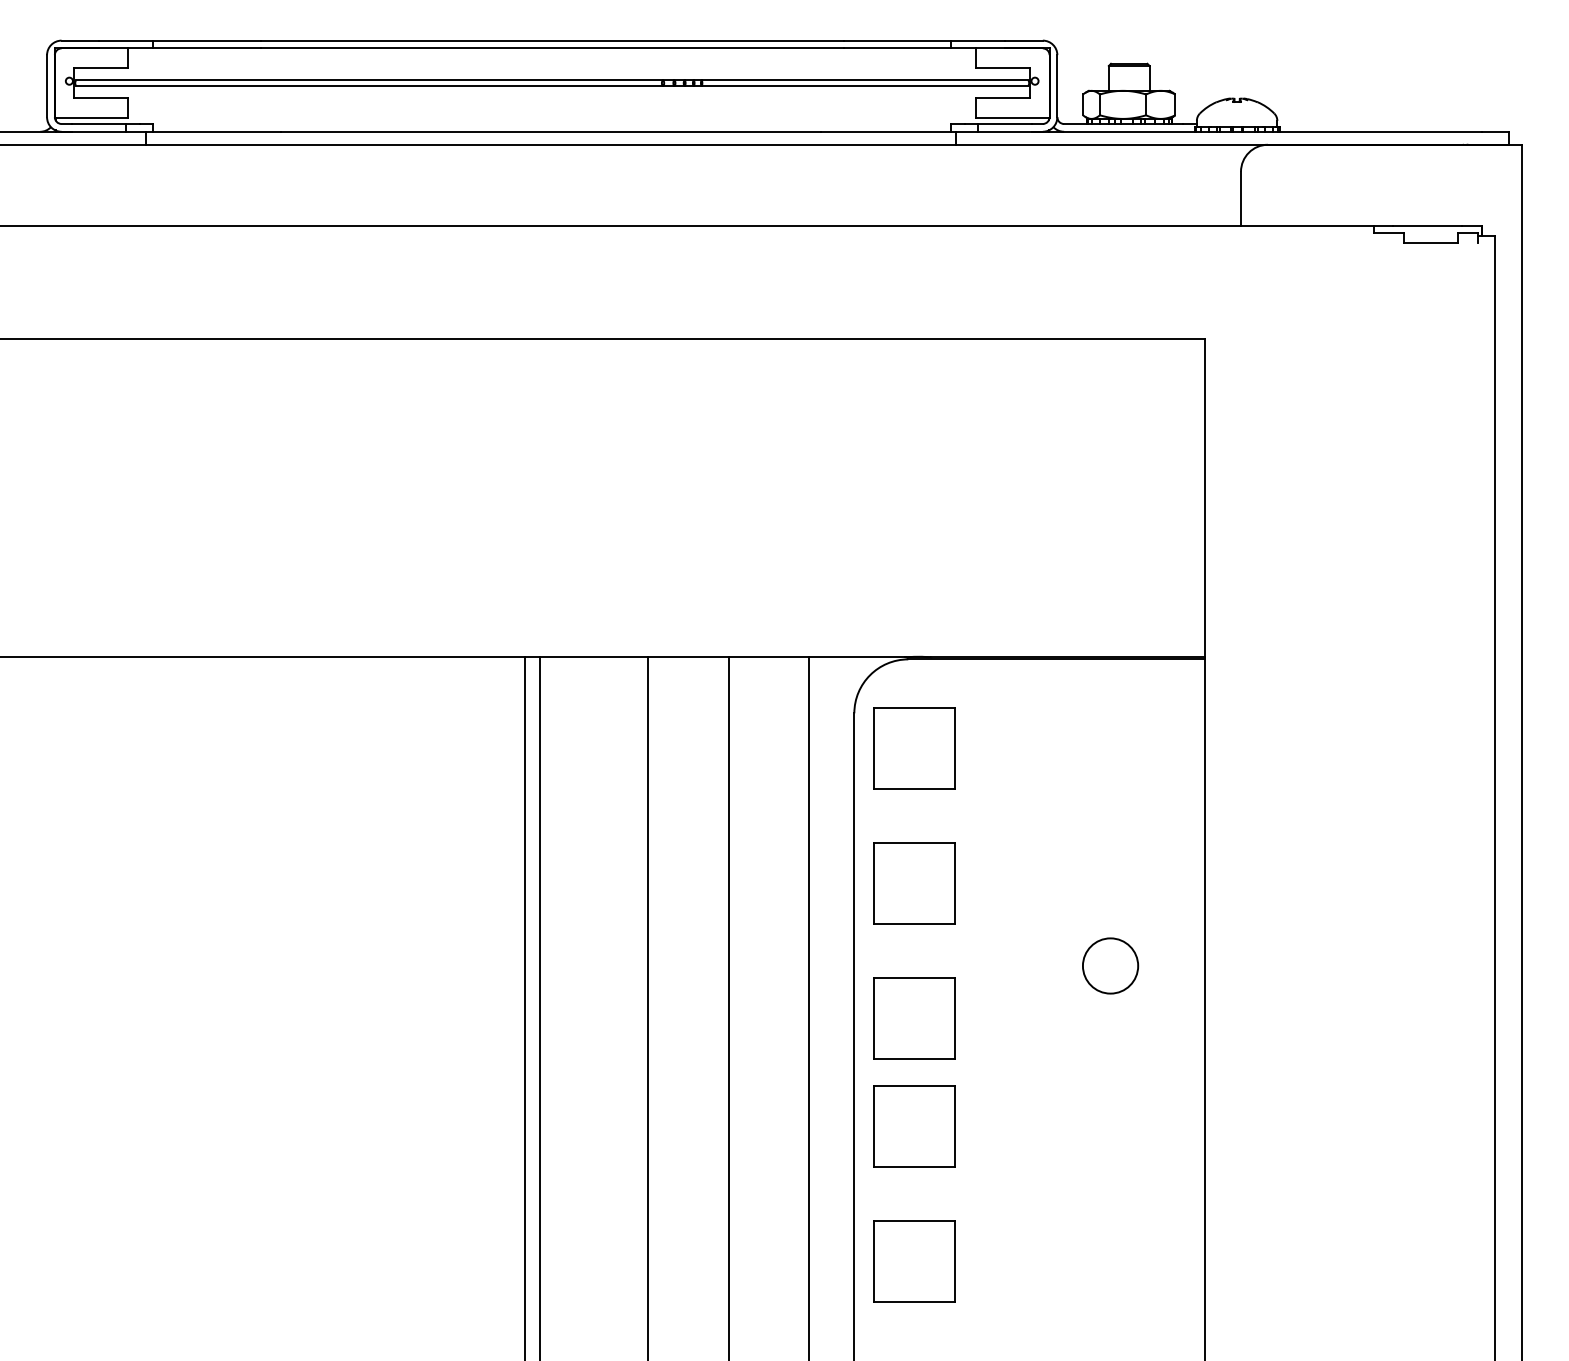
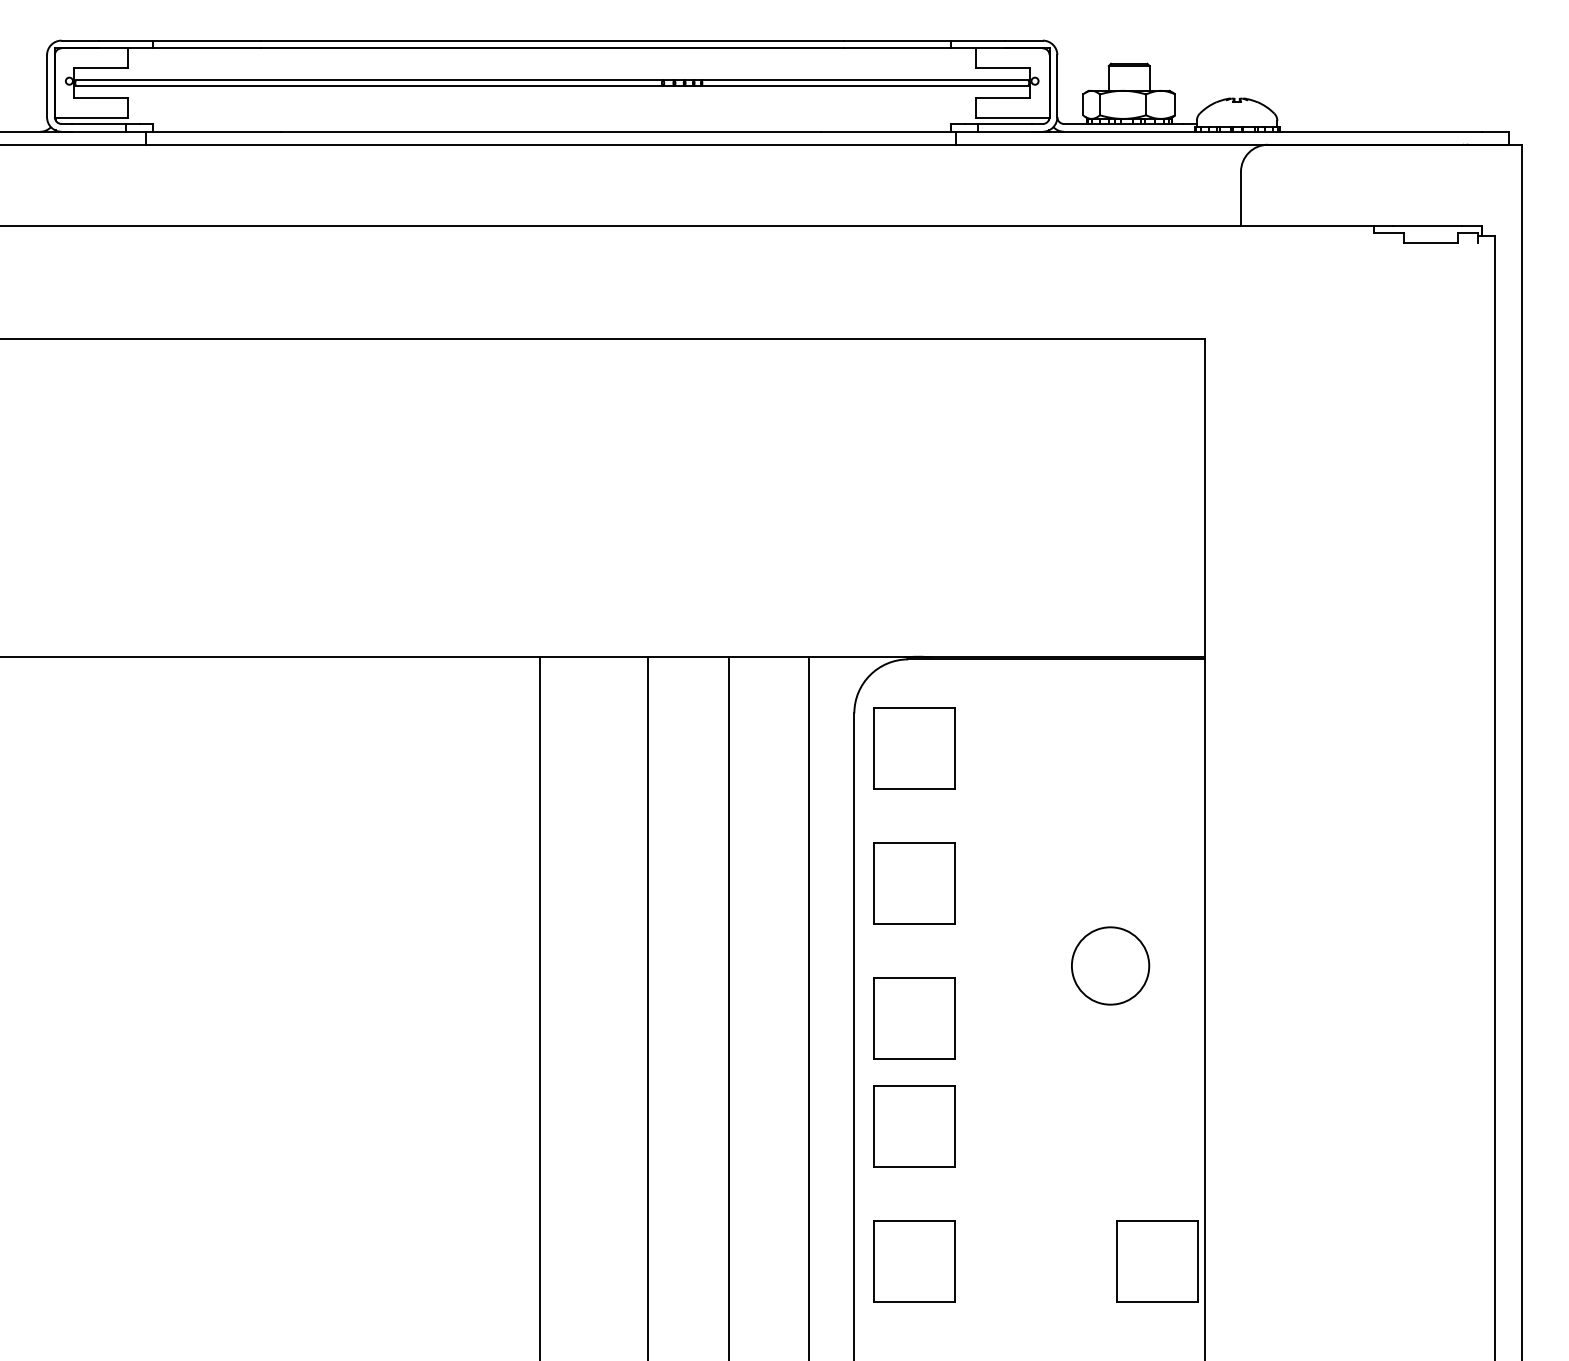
circle at (1110, 965) diameter: 55 px -> 77 px
line at (524, 1007): present -> none
part at (1157, 1261): none -> present
